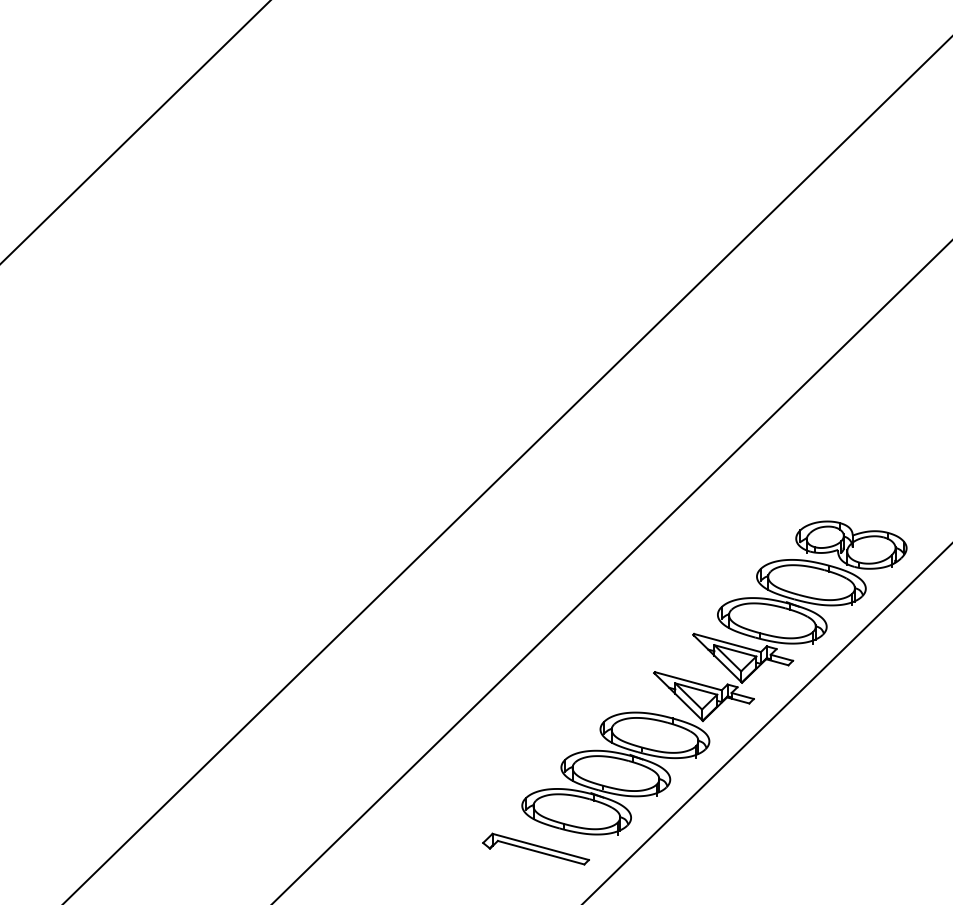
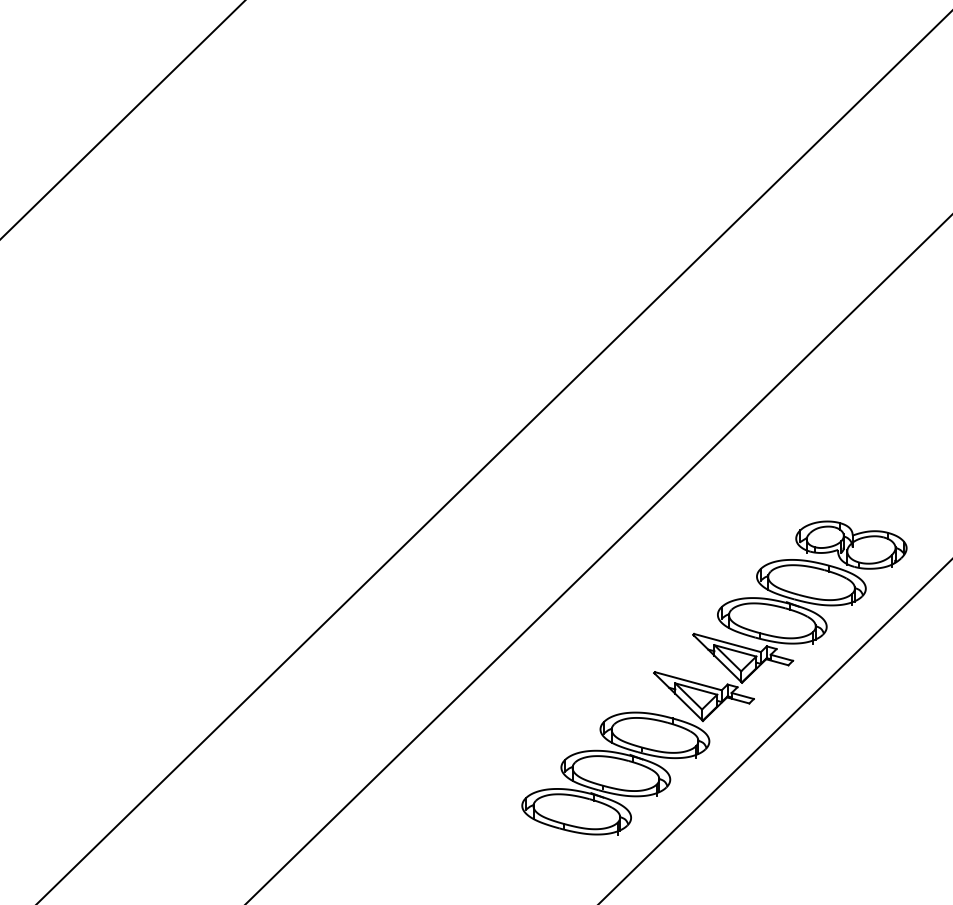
line at (135, 132) position: (135, 132) -> (122, 119)
line at (507, 469) position: (507, 469) -> (494, 457)
line at (611, 571) position: (611, 571) -> (598, 559)
line at (766, 723) position: (766, 723) -> (775, 731)
part at (535, 848): present -> none
